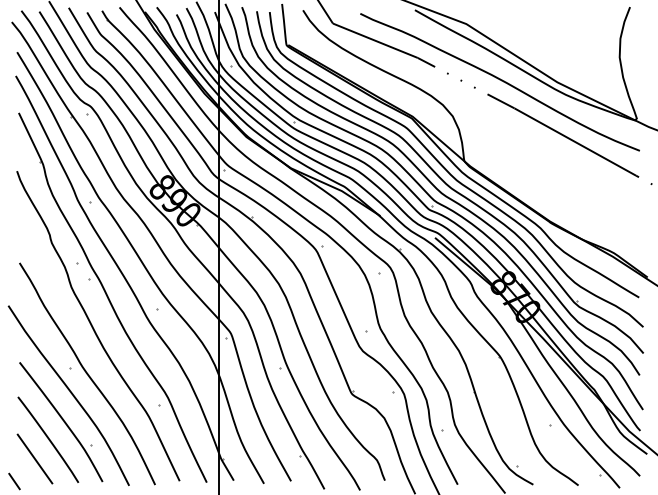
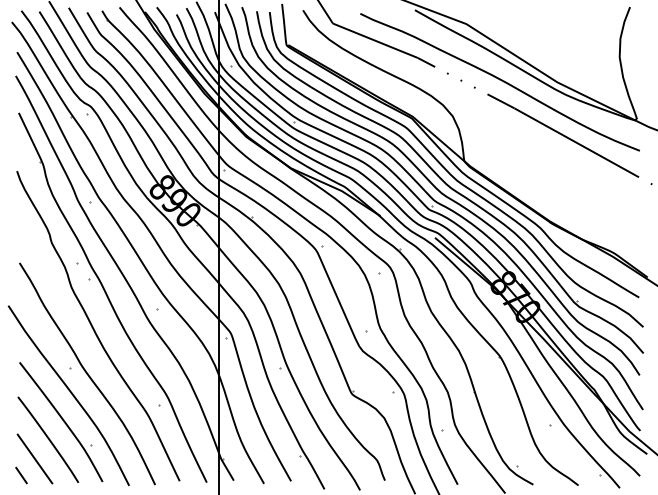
line at (14, 481) position: (14, 481) -> (21, 475)
